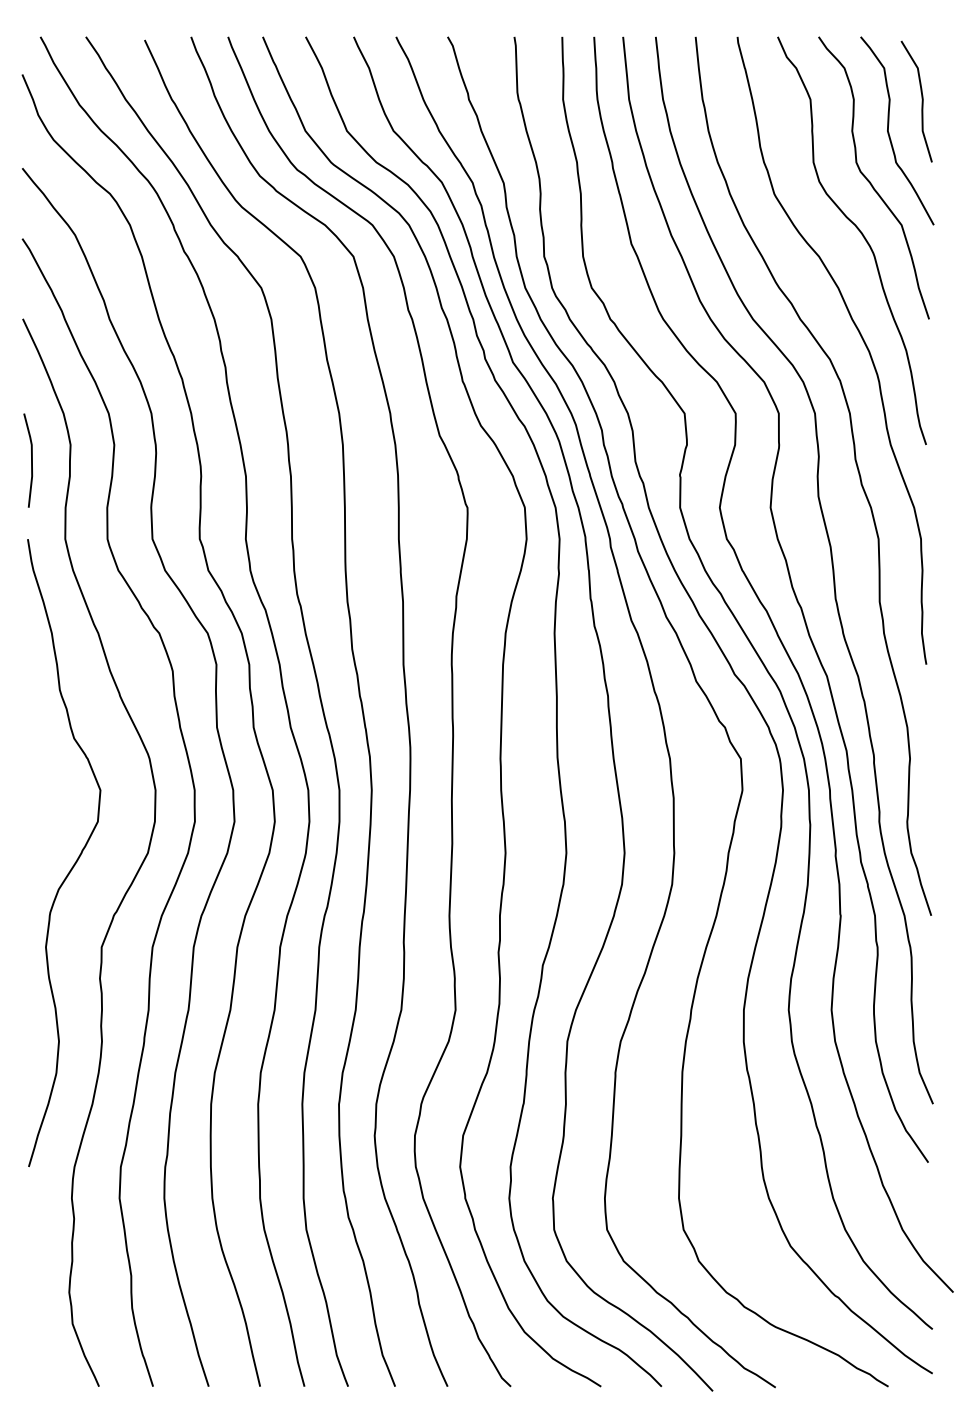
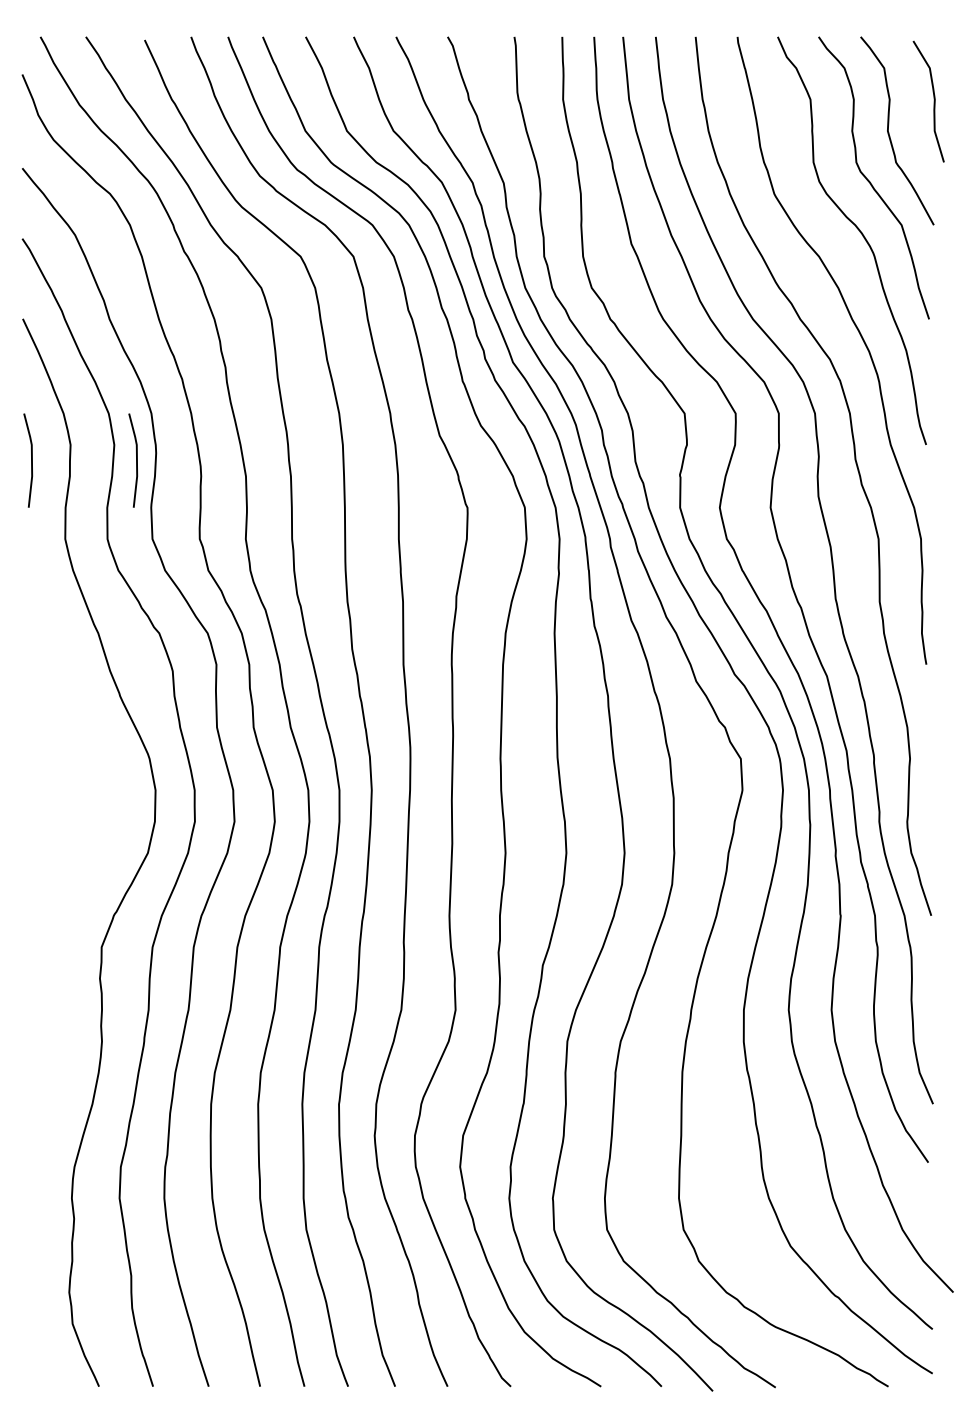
curve at (921, 101) position: (921, 101) -> (933, 101)
line at (136, 460): none -> present
curve at (76, 859): present -> none
